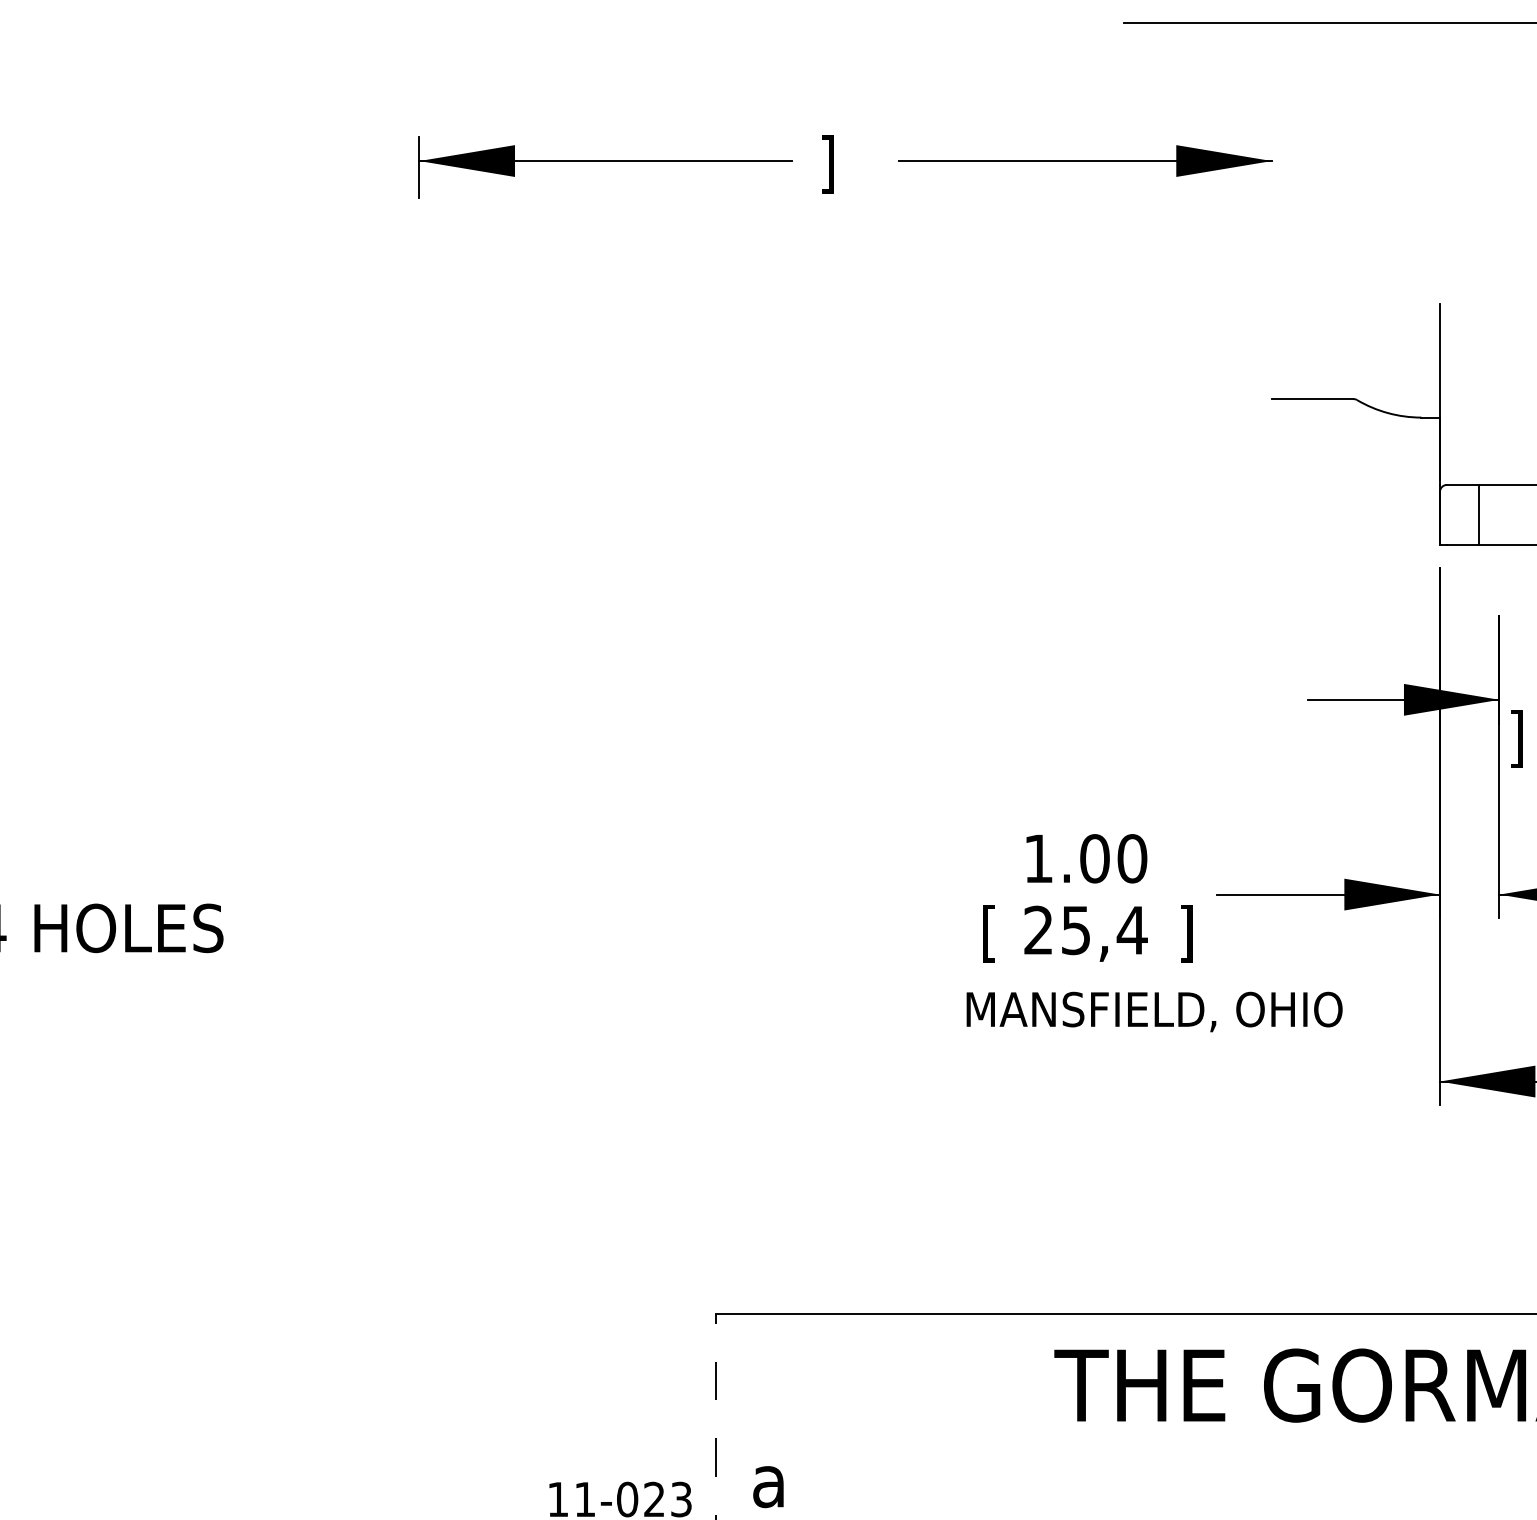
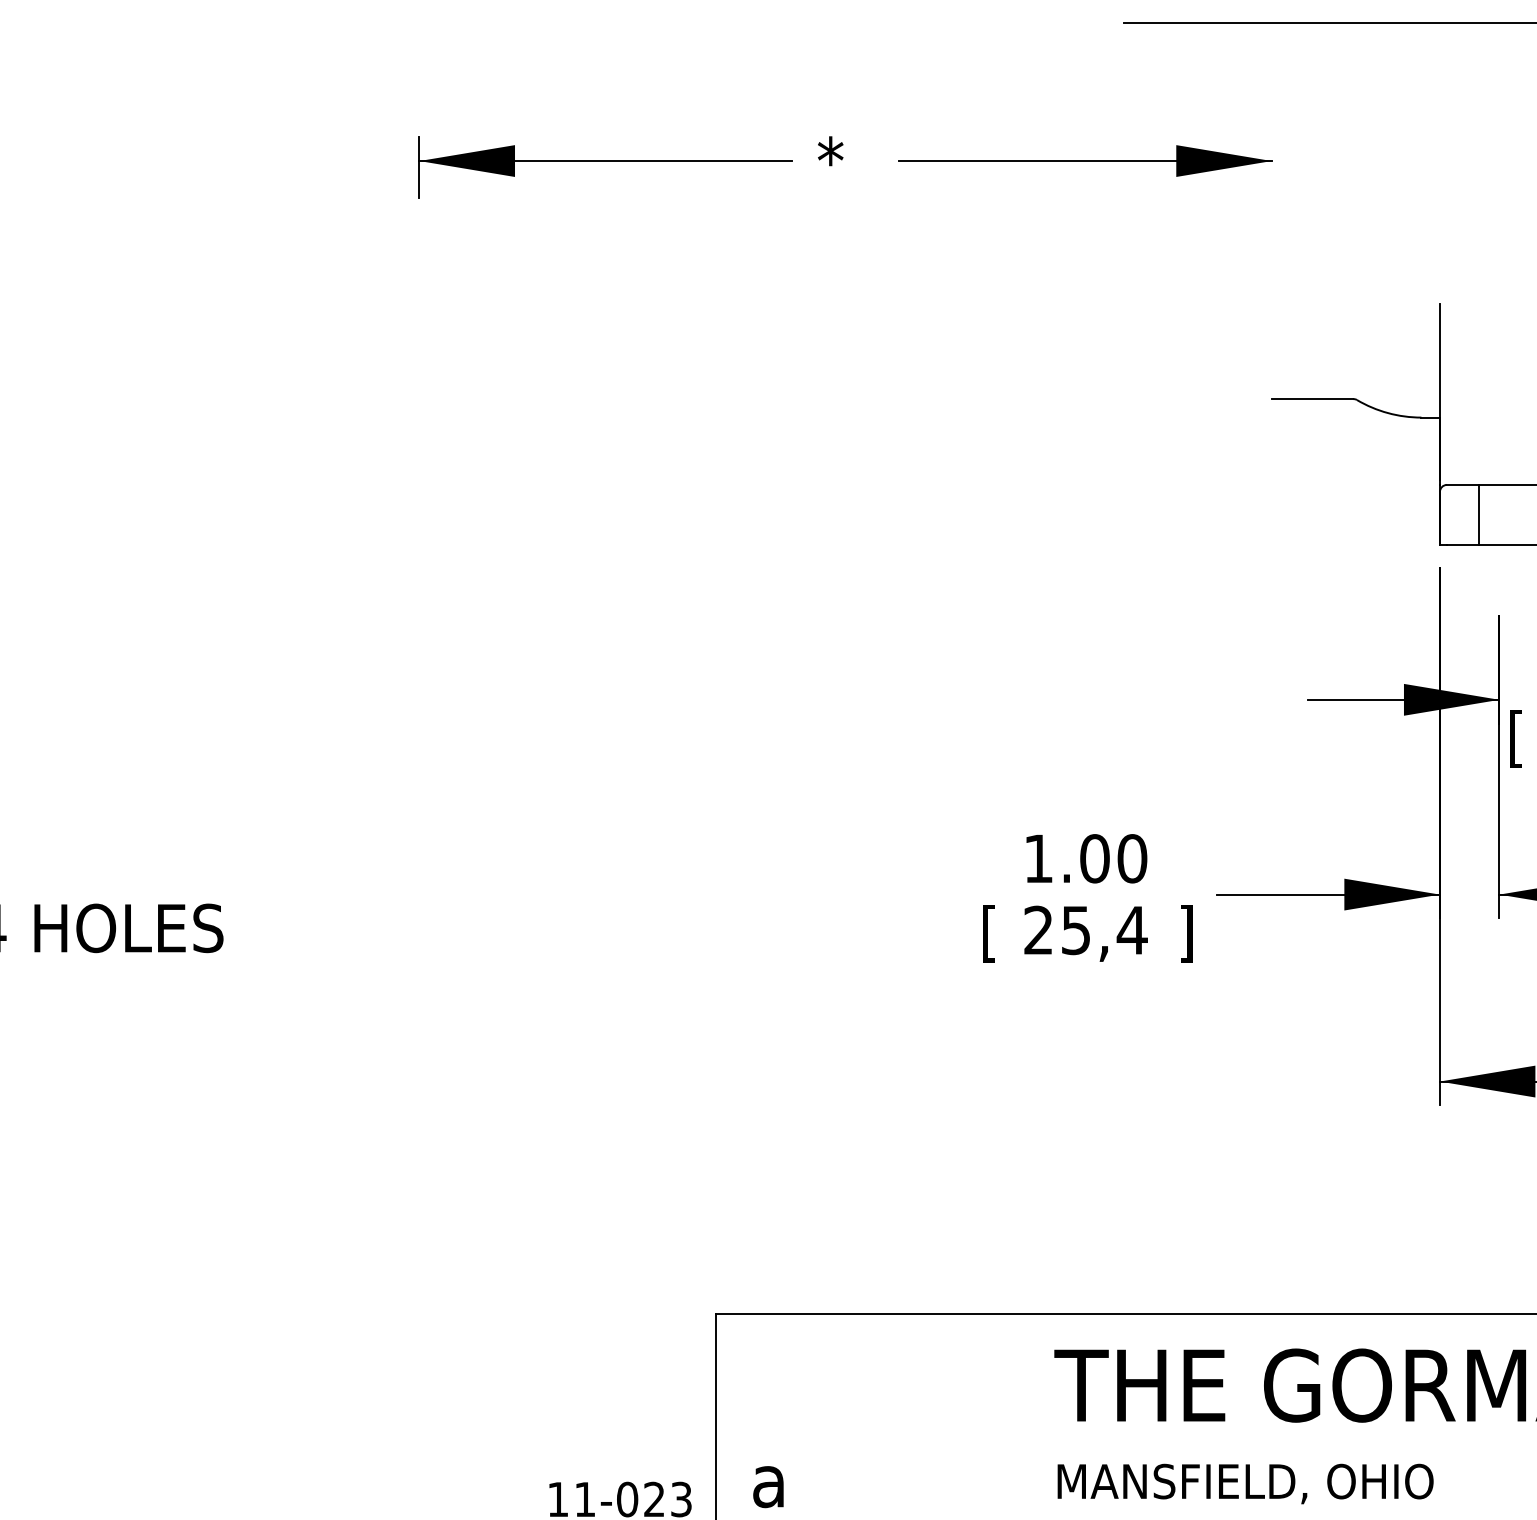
text at (830, 164): ] -> *
text at (1516, 738): ] -> [
text at (1154, 1011) position: (1154, 1011) -> (1245, 1483)
line at (715, 1416): dashed -> solid
